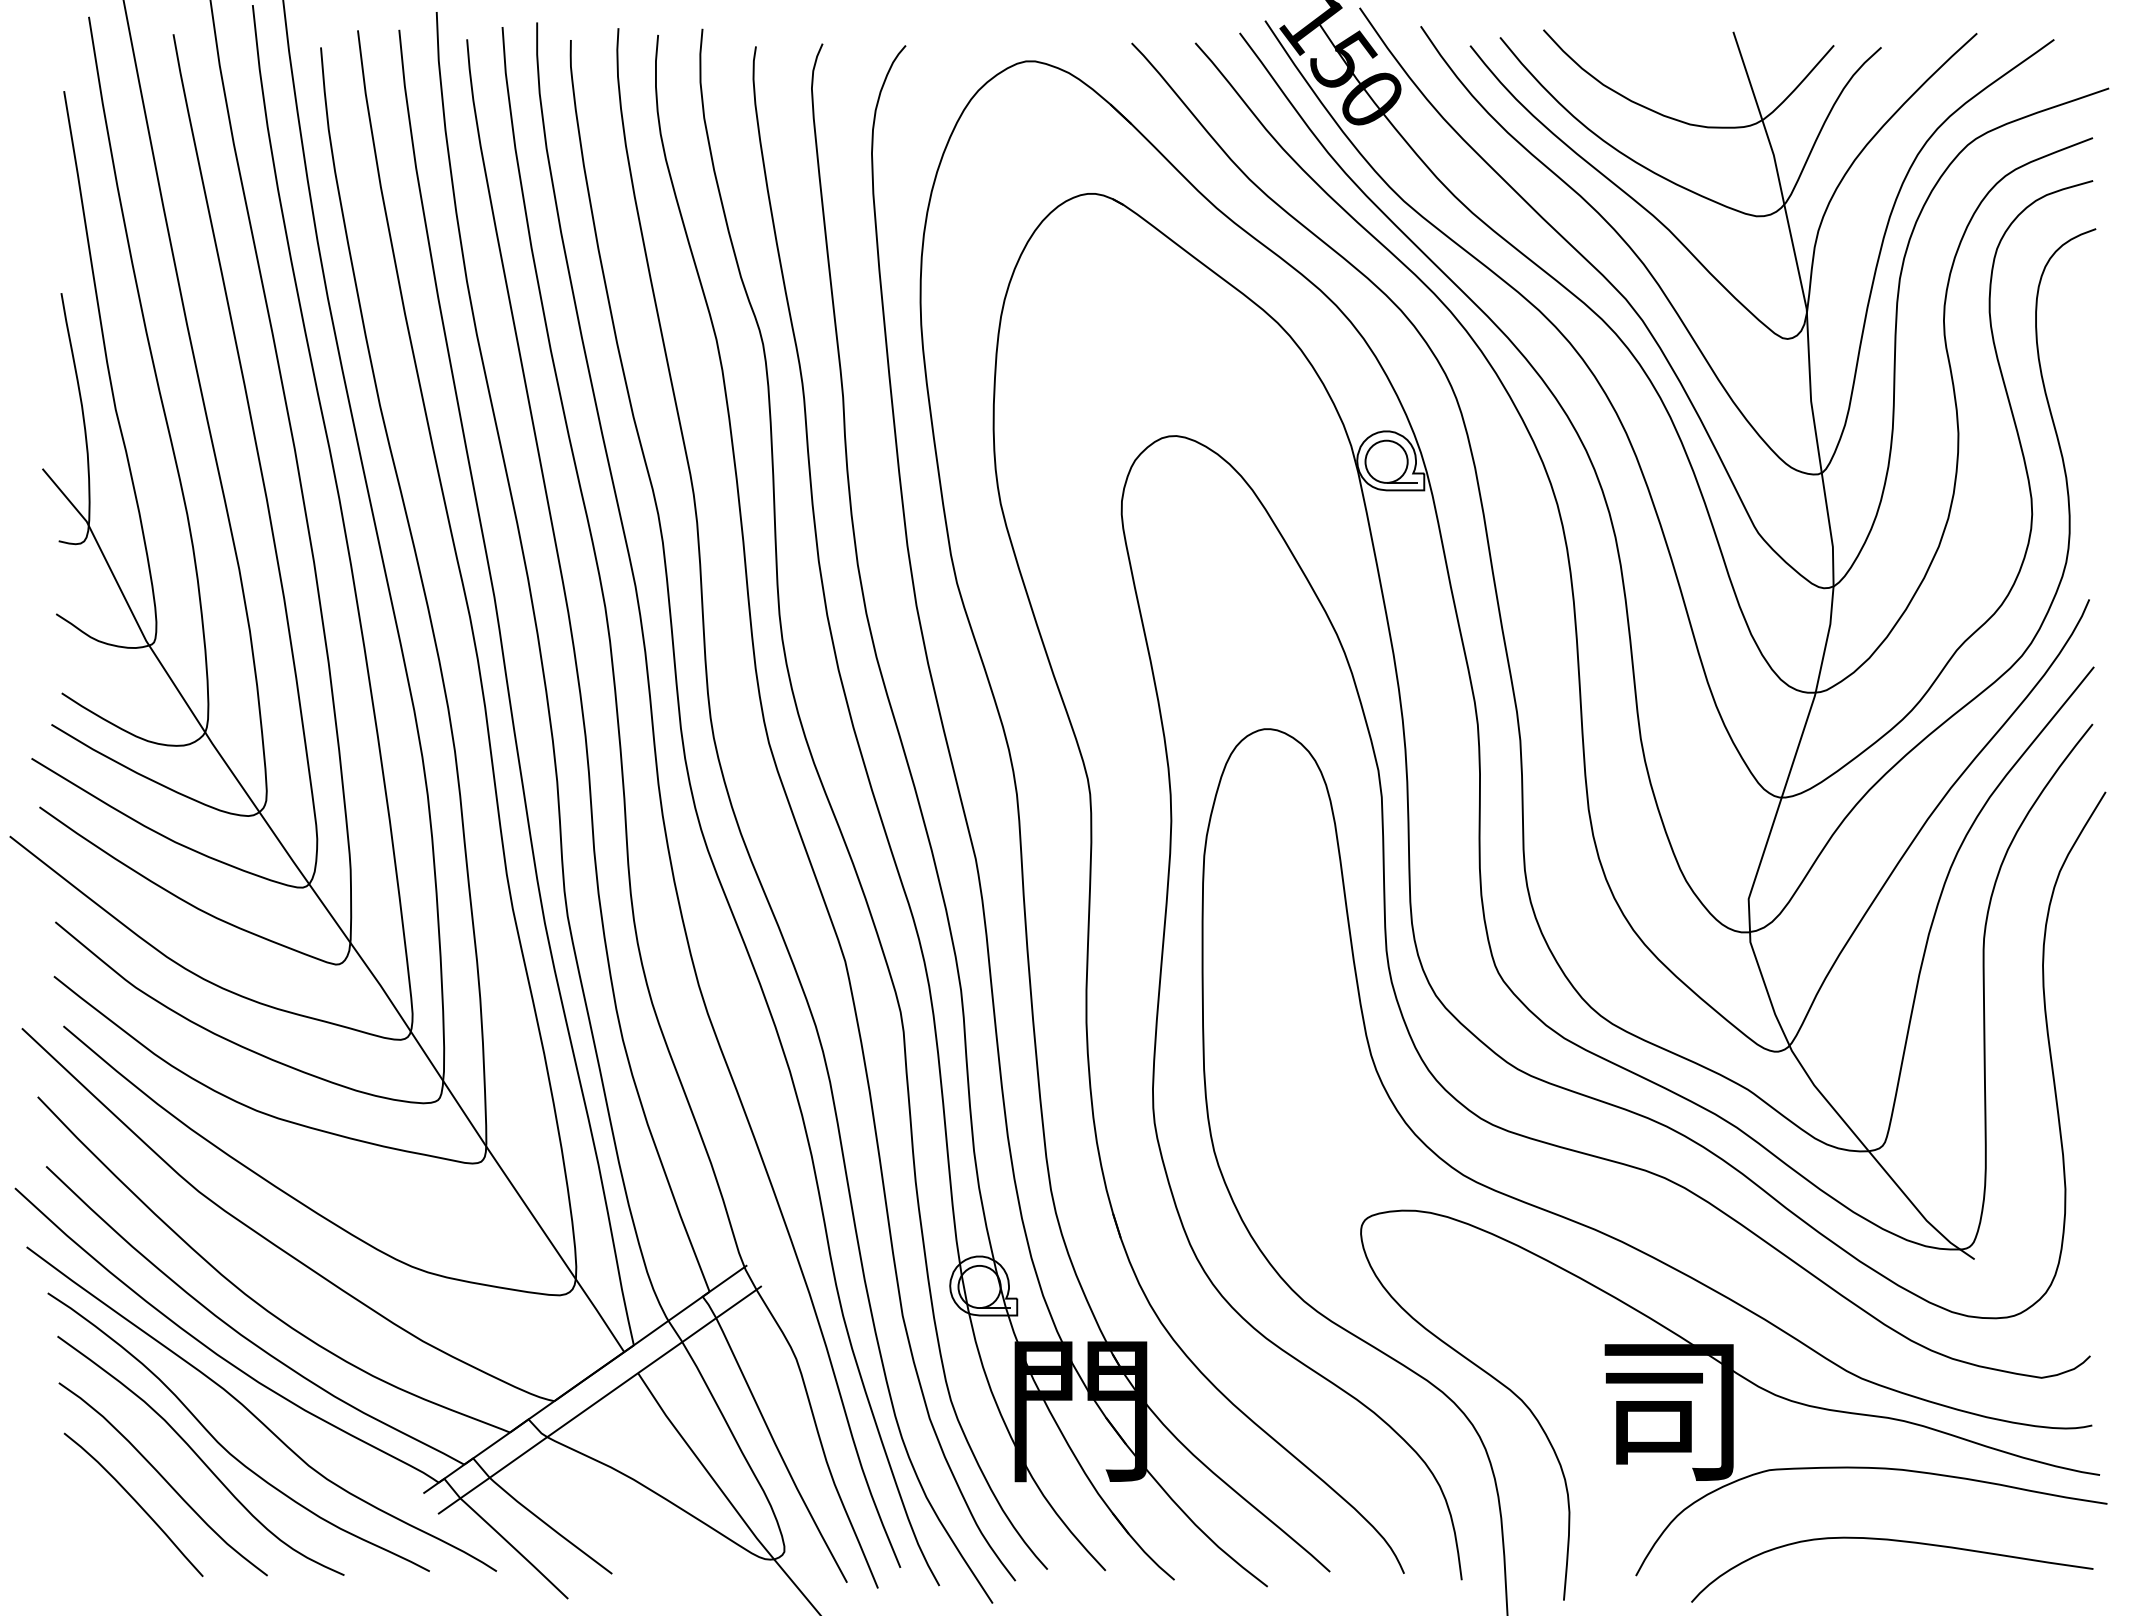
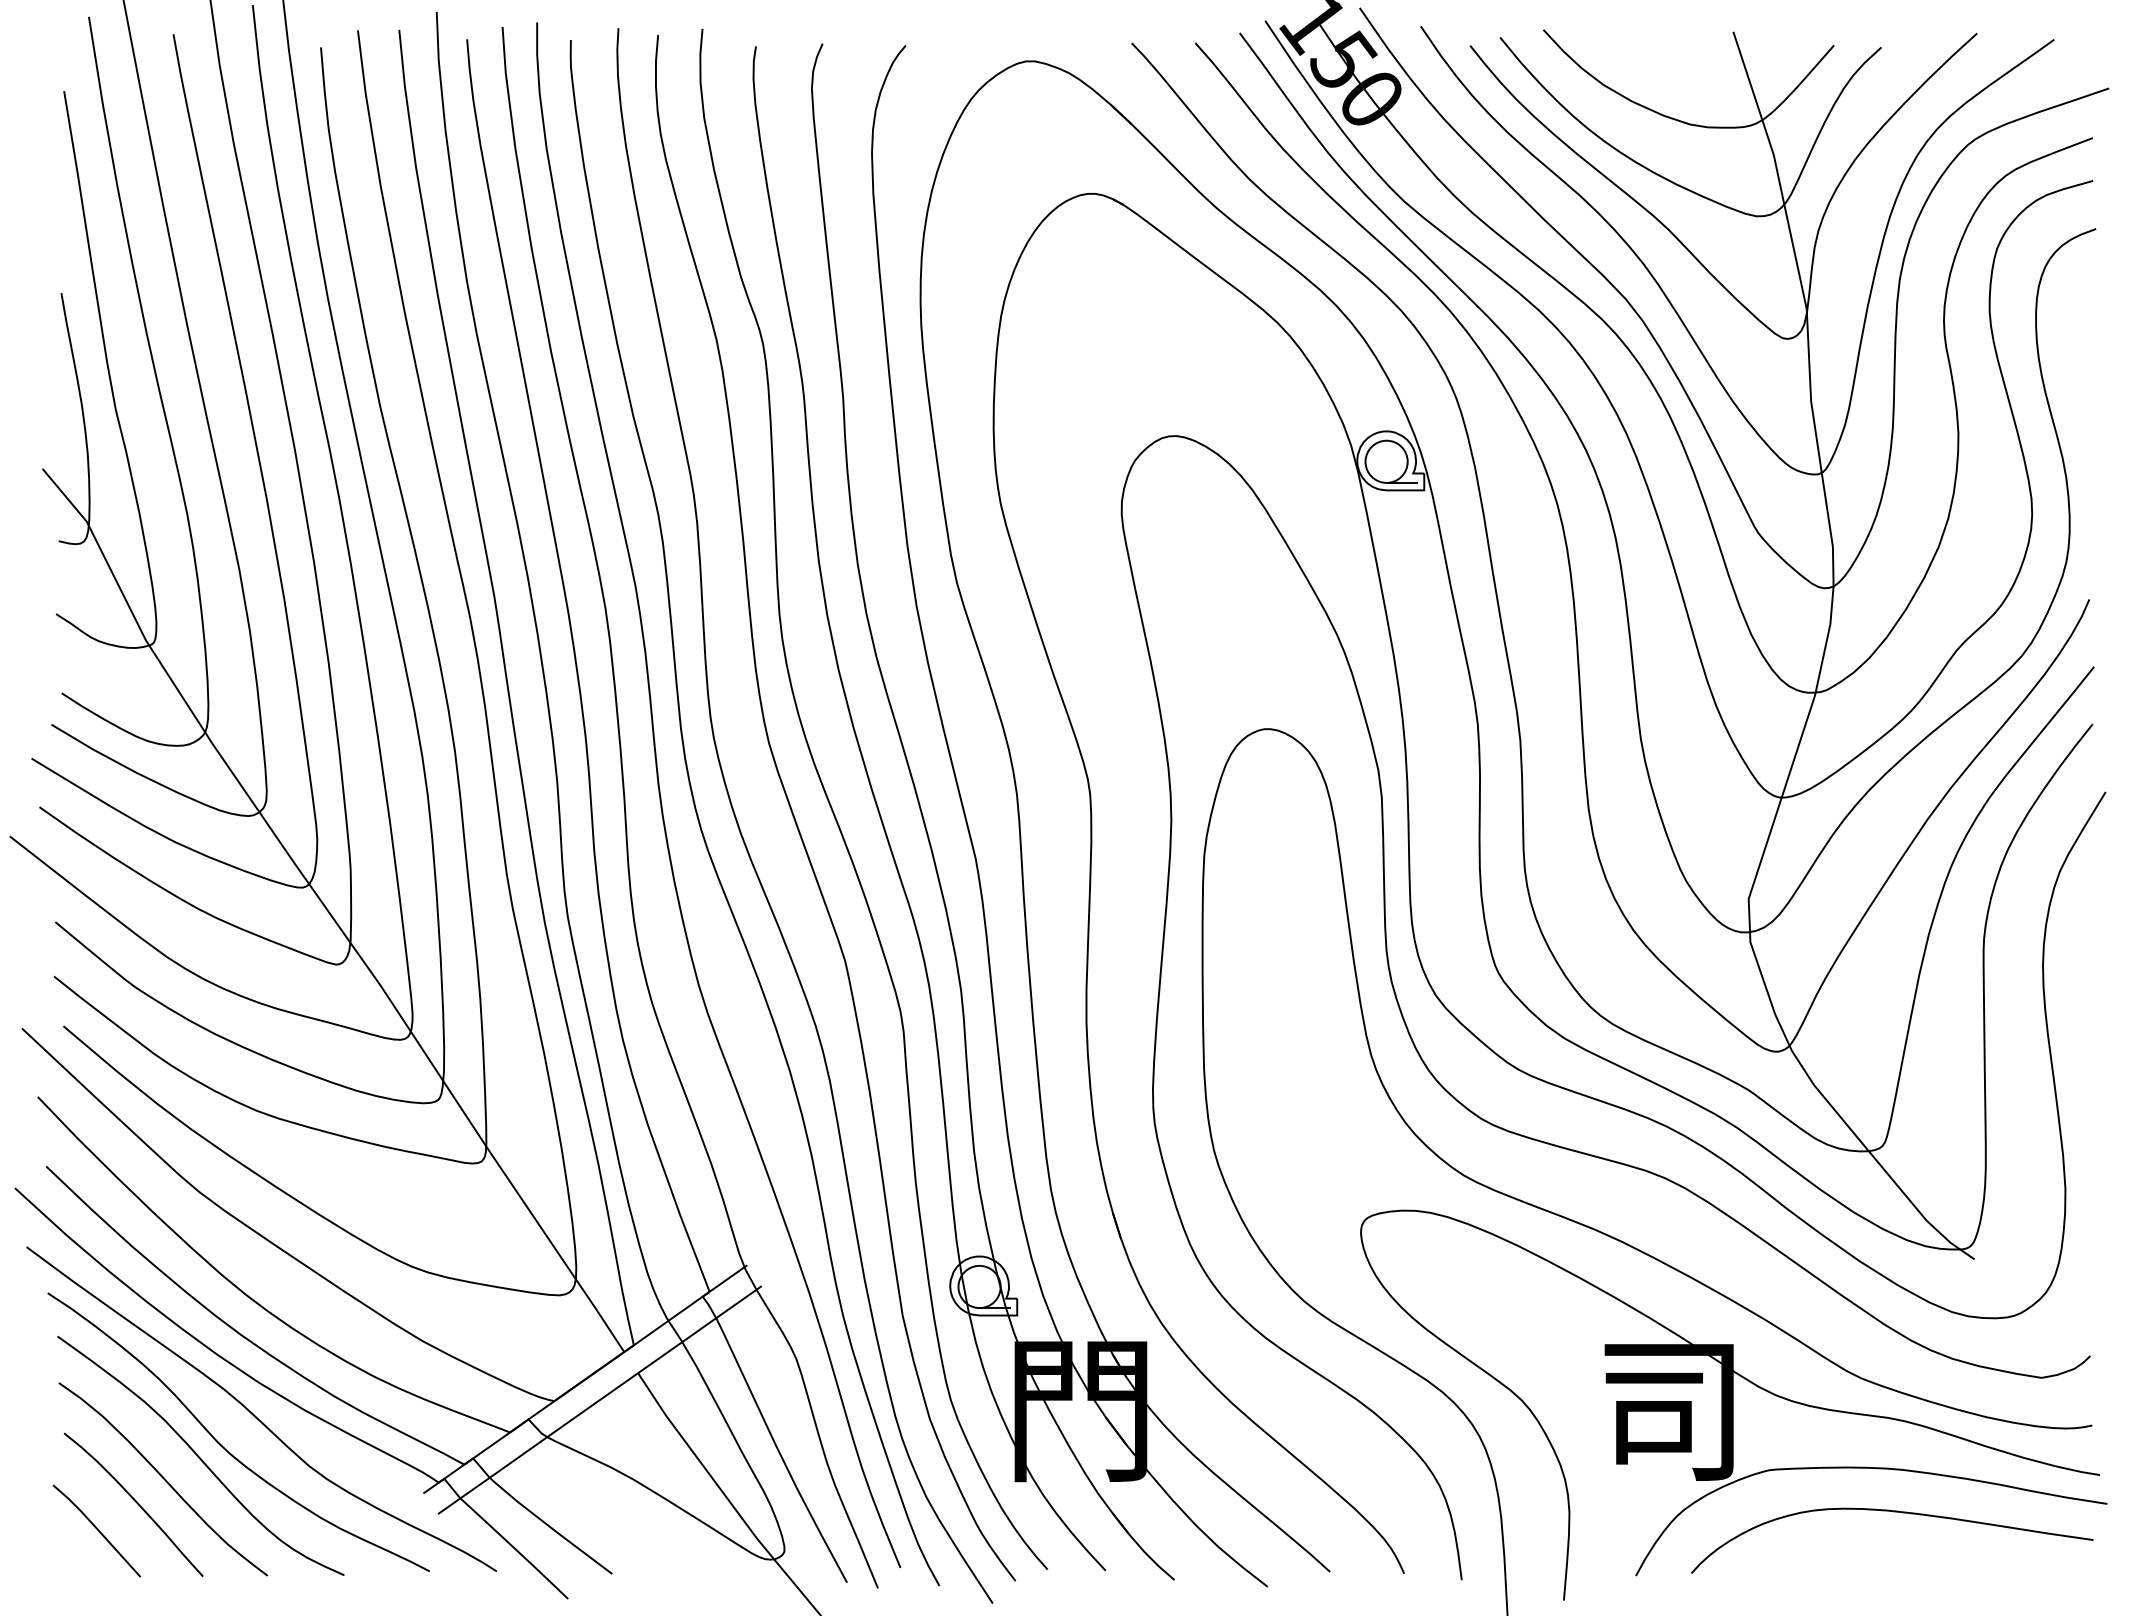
curve at (96, 1529): none -> present
curve at (1893, 1541) position: (1893, 1541) -> (1893, 1512)
